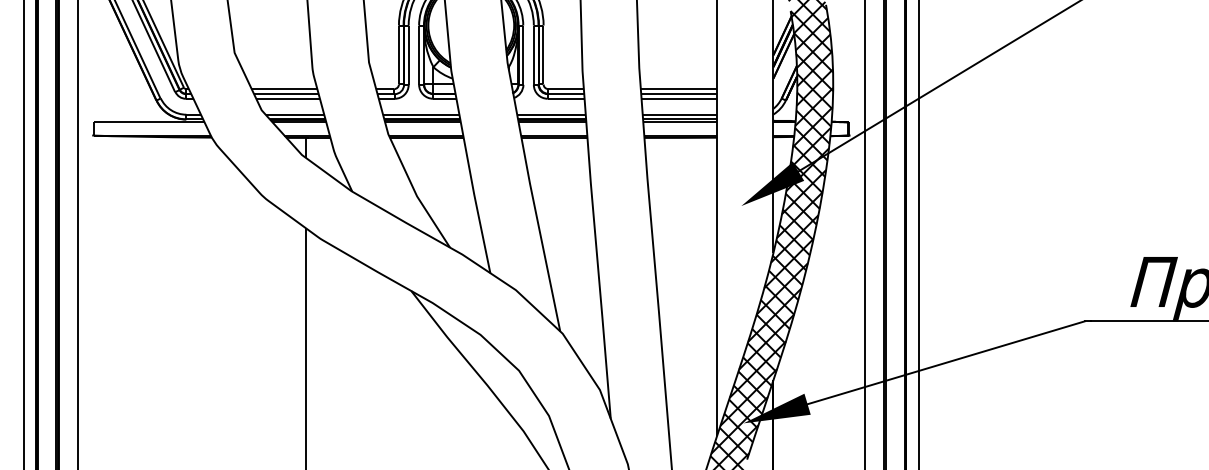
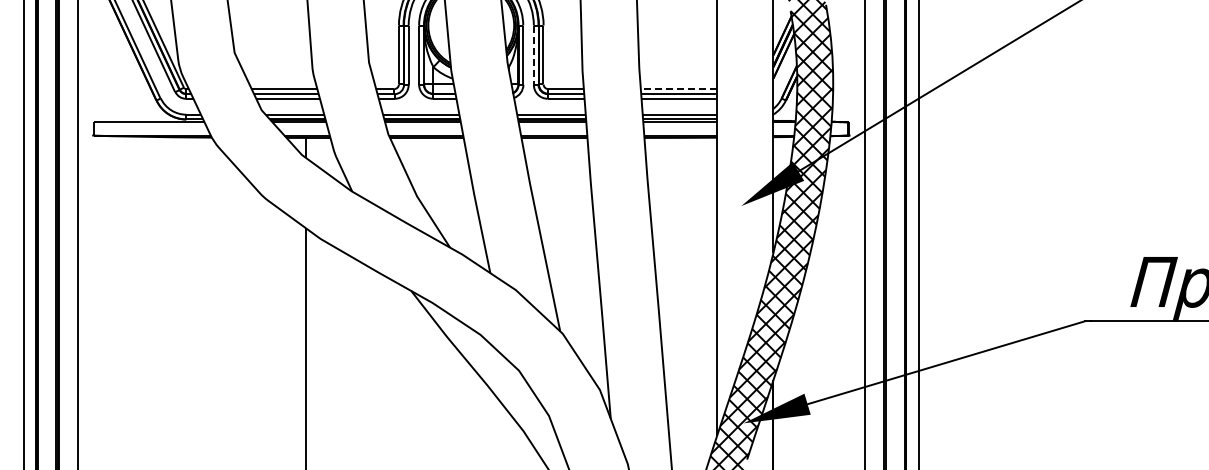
line at (533, 56): solid -> dashed
line at (678, 89): solid -> dashed
